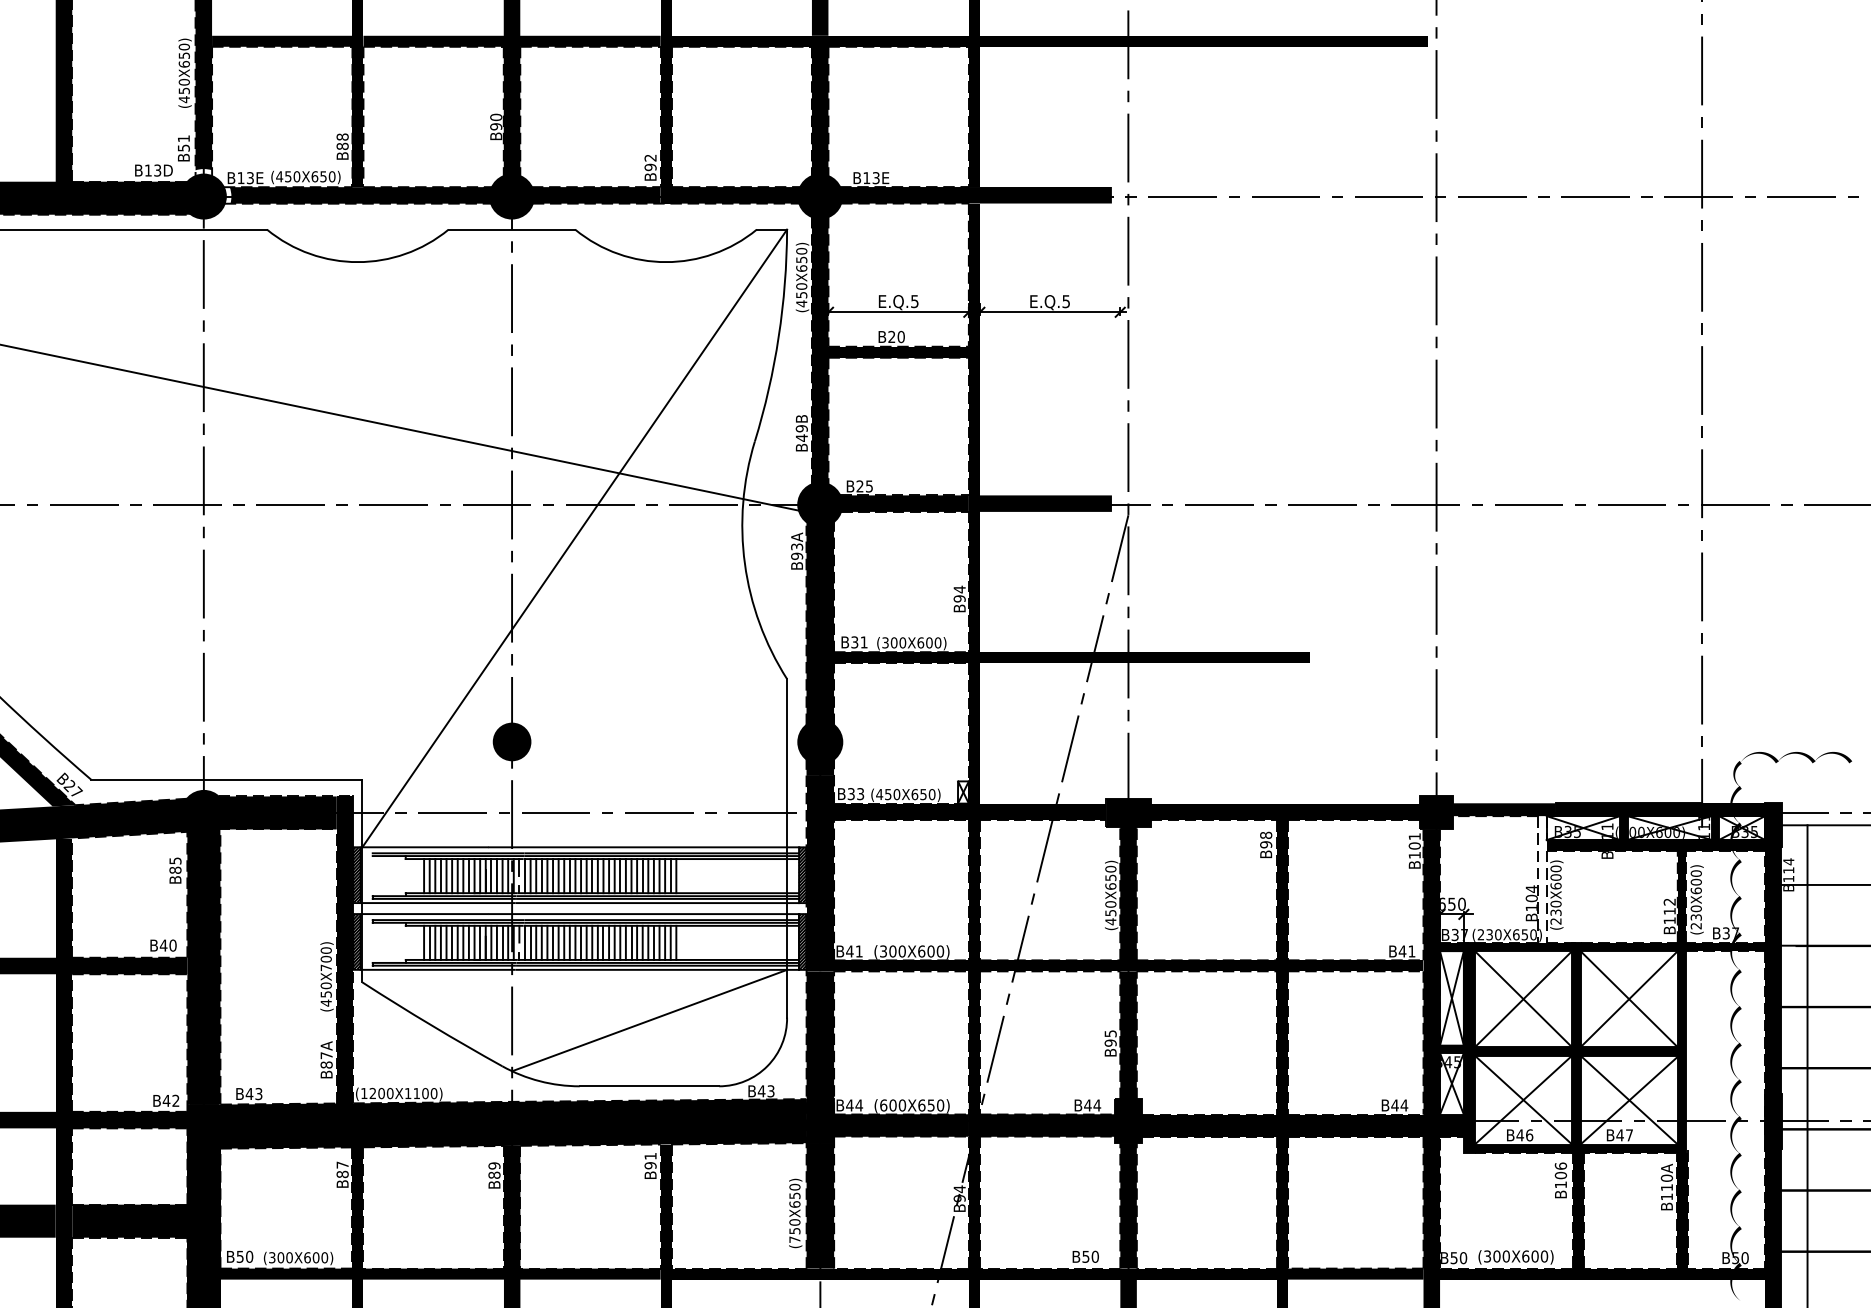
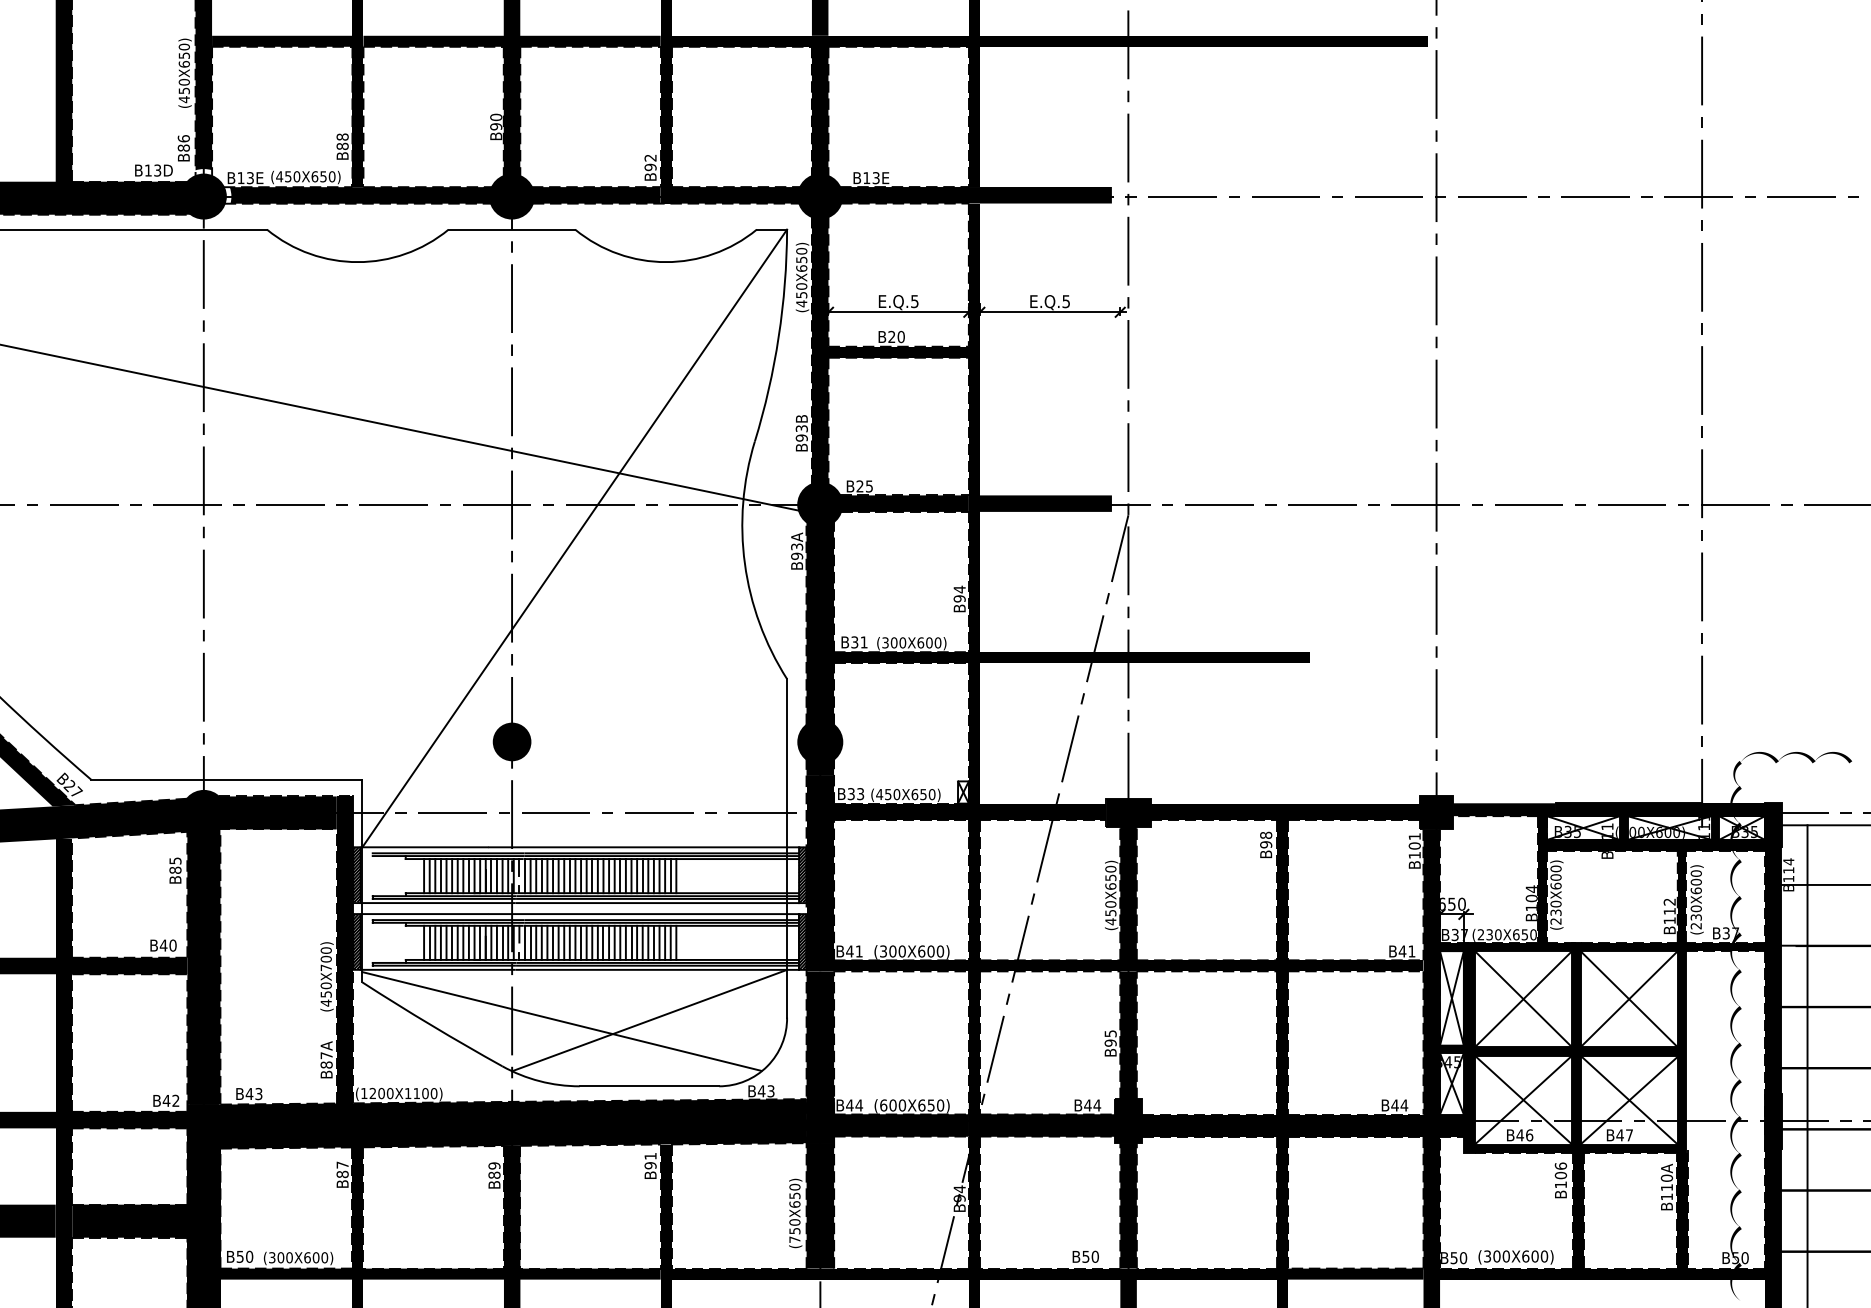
text at (183, 143): B51 -> B86
text at (801, 433): B49B -> B93B
fill at (1542, 879): none -> present
line at (561, 1021): none -> present
